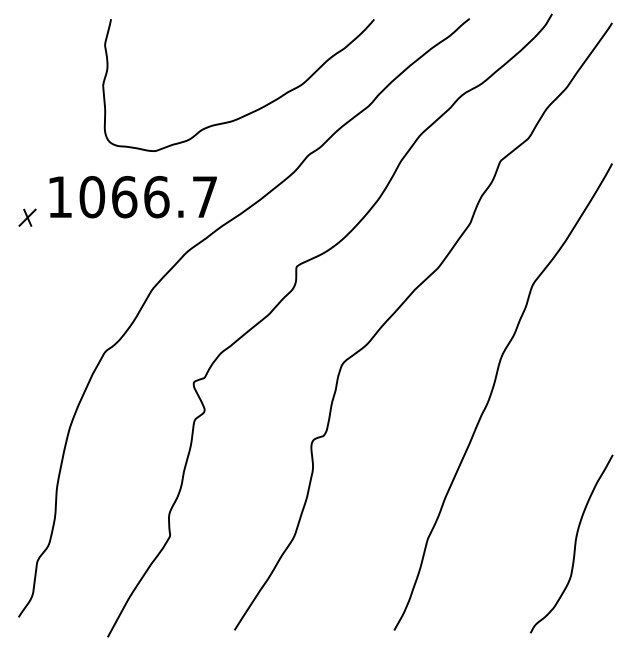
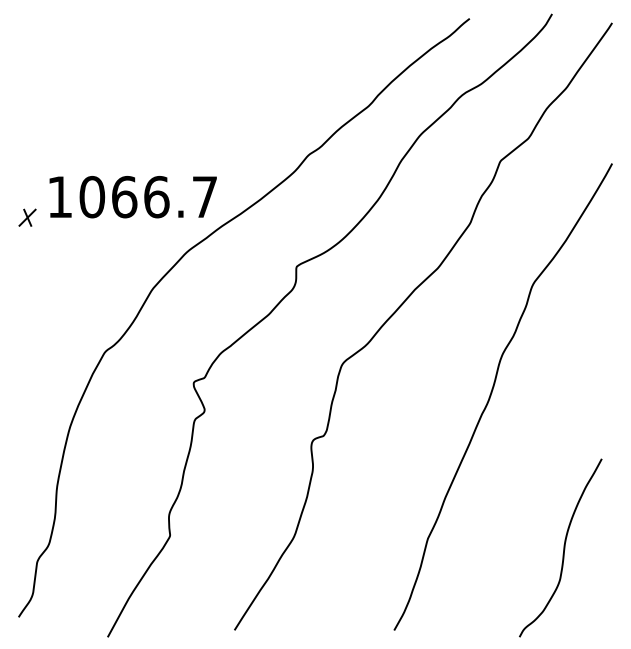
curve at (251, 111): present -> none
curve at (574, 543) position: (574, 543) -> (563, 547)
